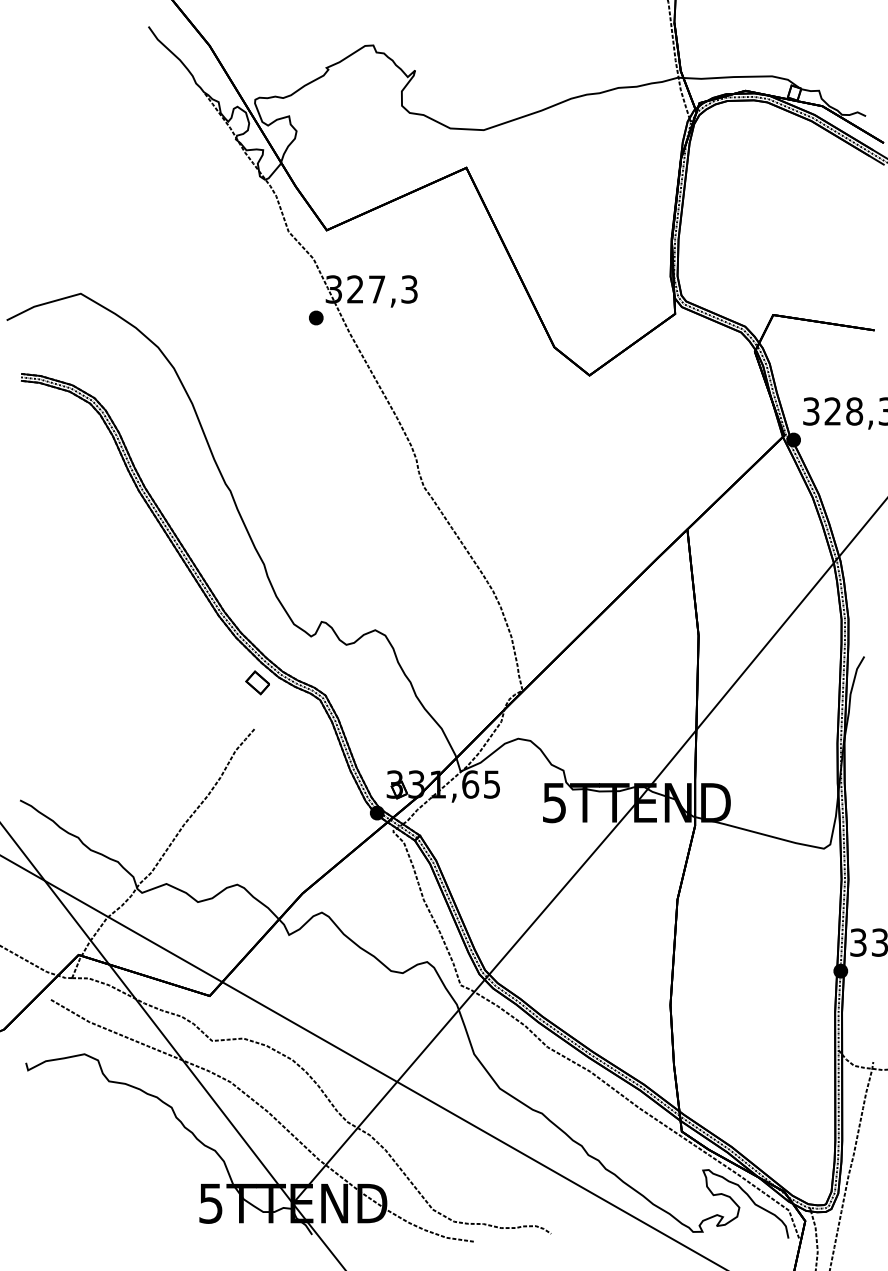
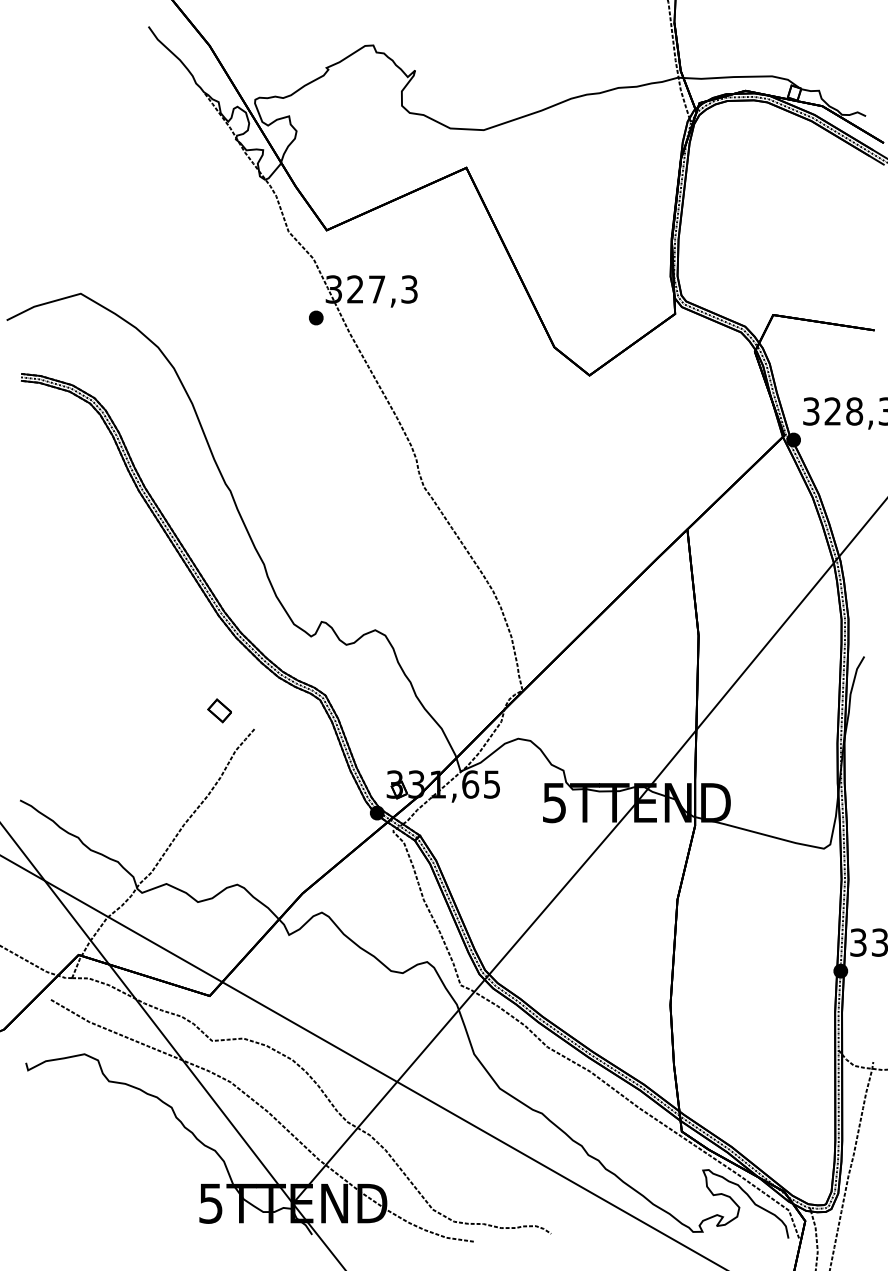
part at (257, 682) position: (257, 682) -> (219, 710)
